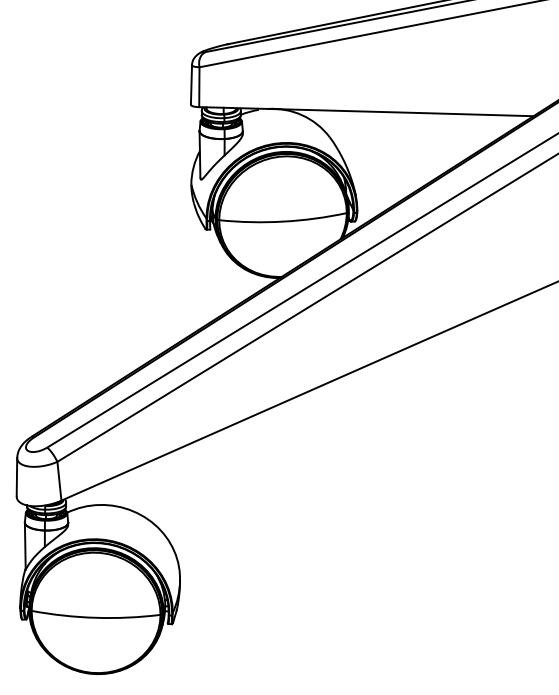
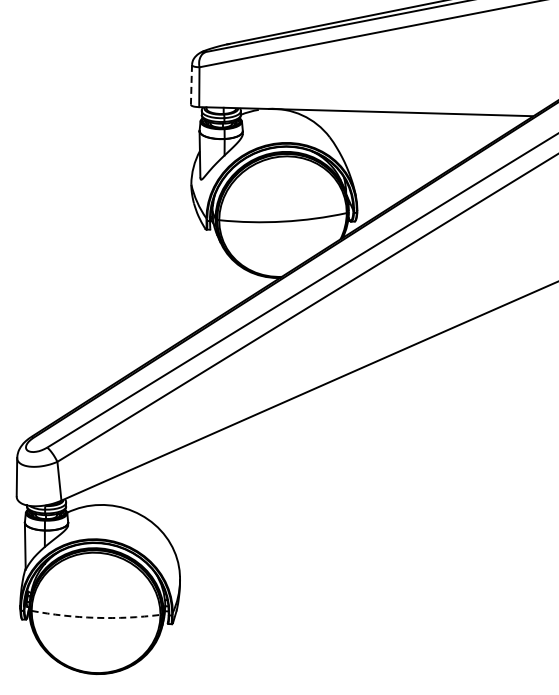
line at (191, 84): solid -> dashed
arc at (95, 617): solid -> dashed
